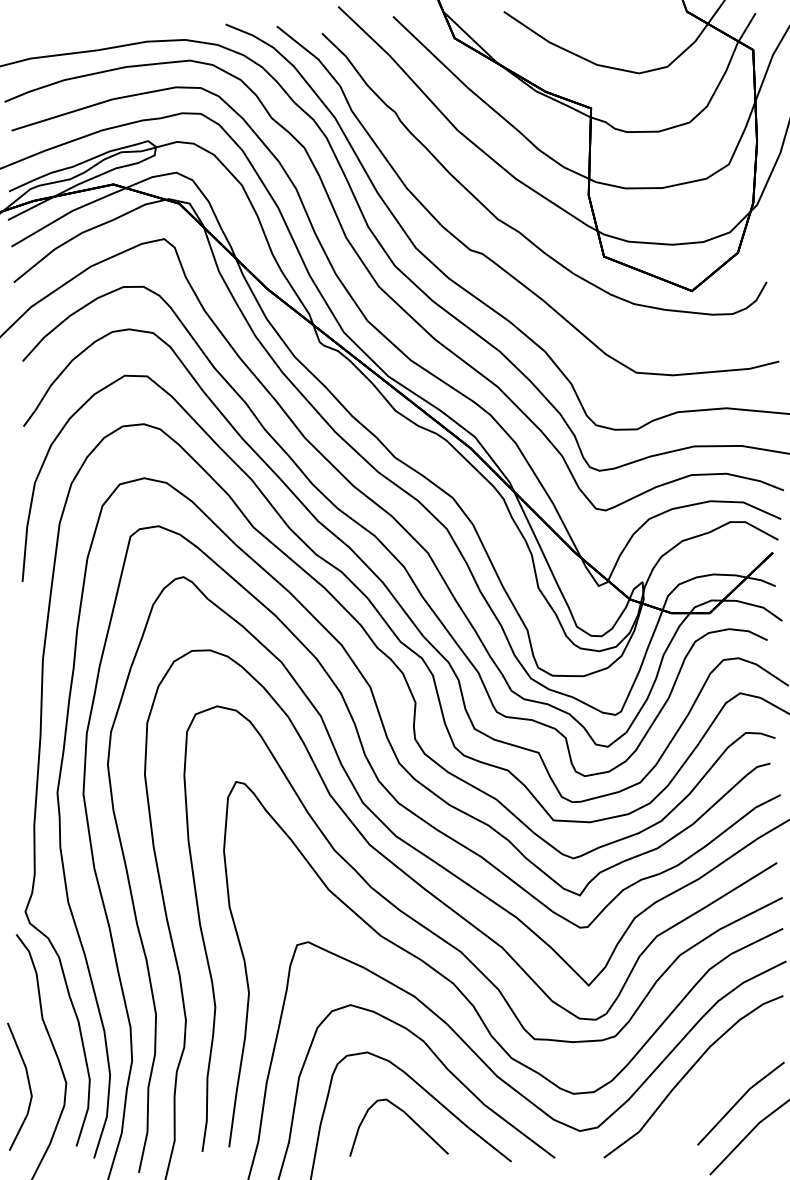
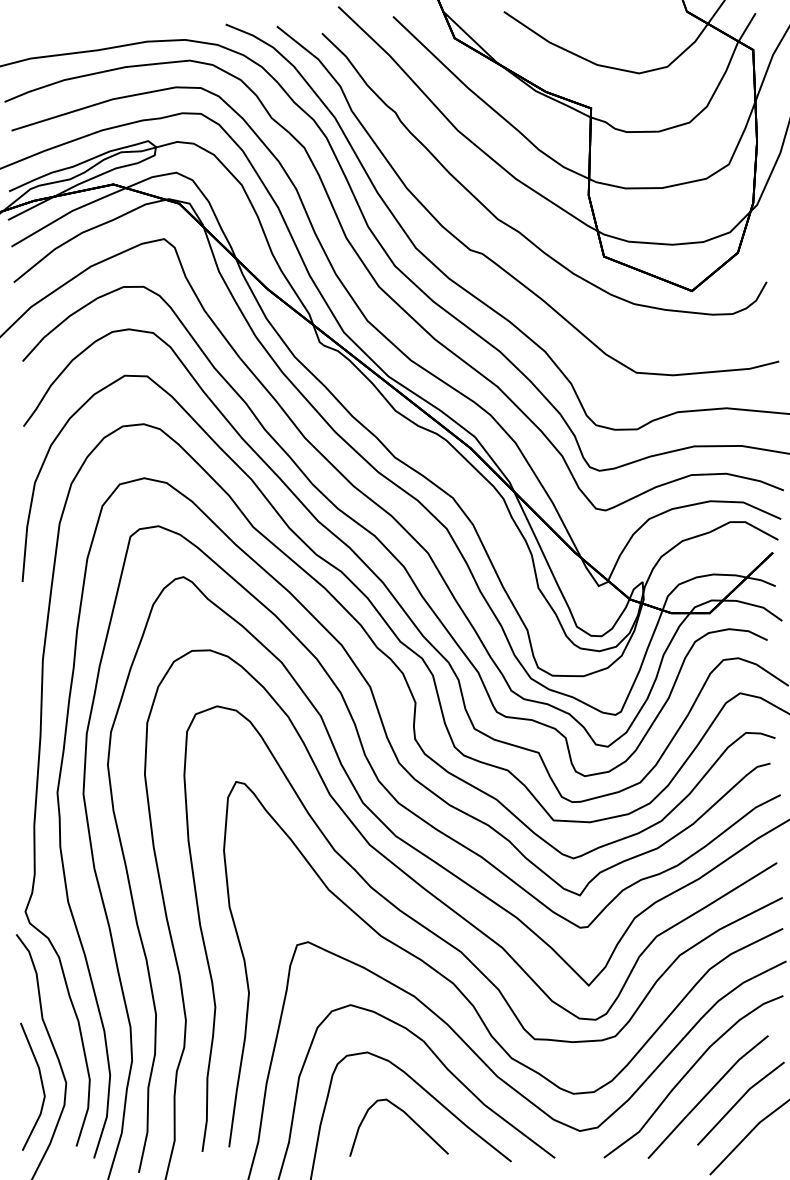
line at (28, 1085) position: (28, 1085) -> (41, 1085)
line at (707, 1095): none -> present
